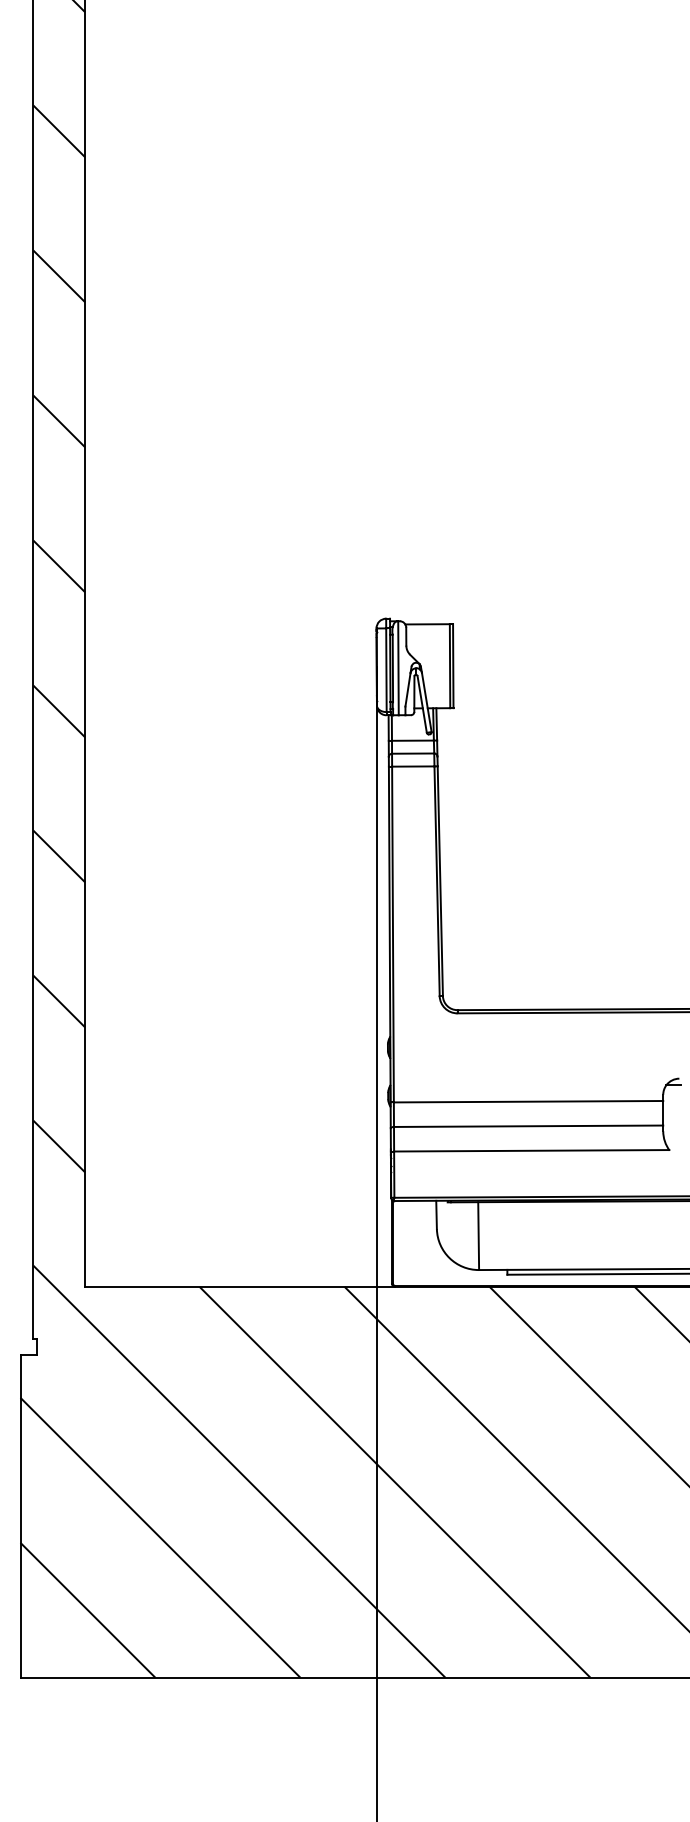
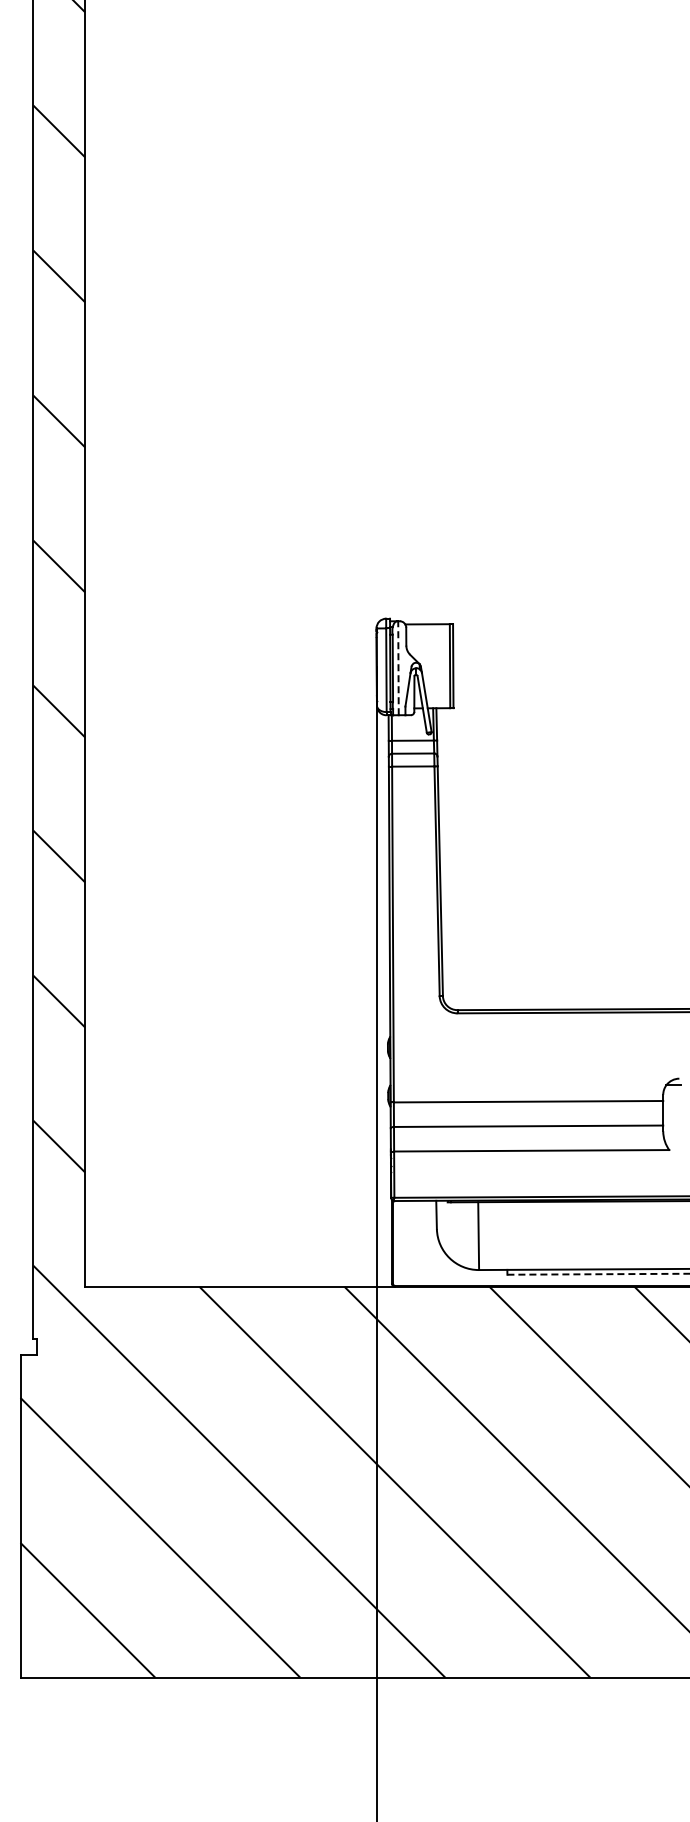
line at (398, 668): solid -> dashed
line at (598, 1274): solid -> dashed
